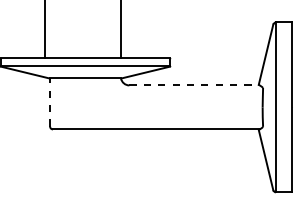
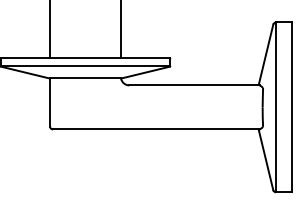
line at (45, 30) position: (45, 30) -> (50, 30)
line at (195, 85): dashed -> solid
line at (50, 102): dashed -> solid
